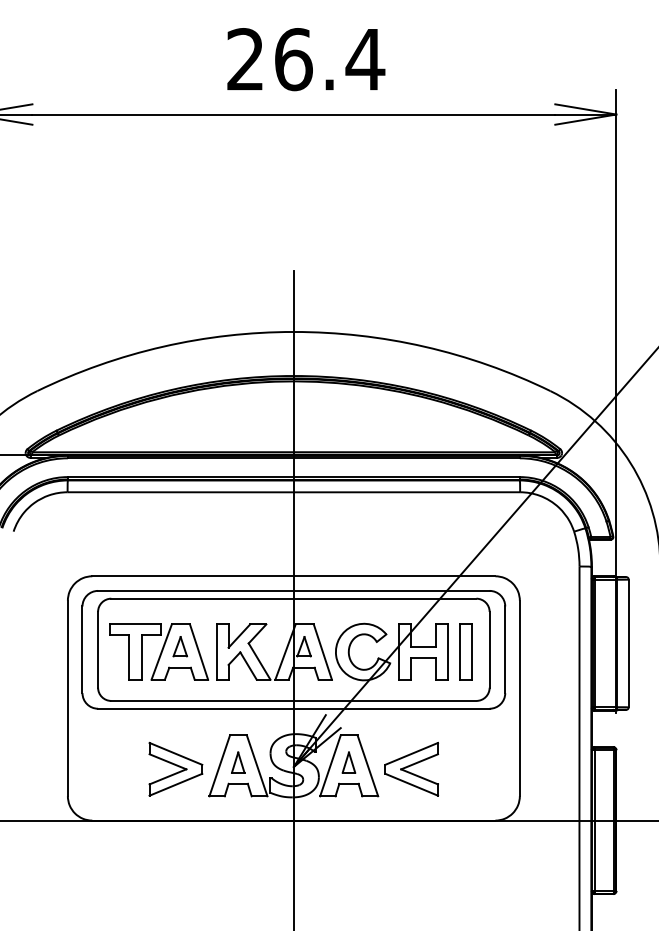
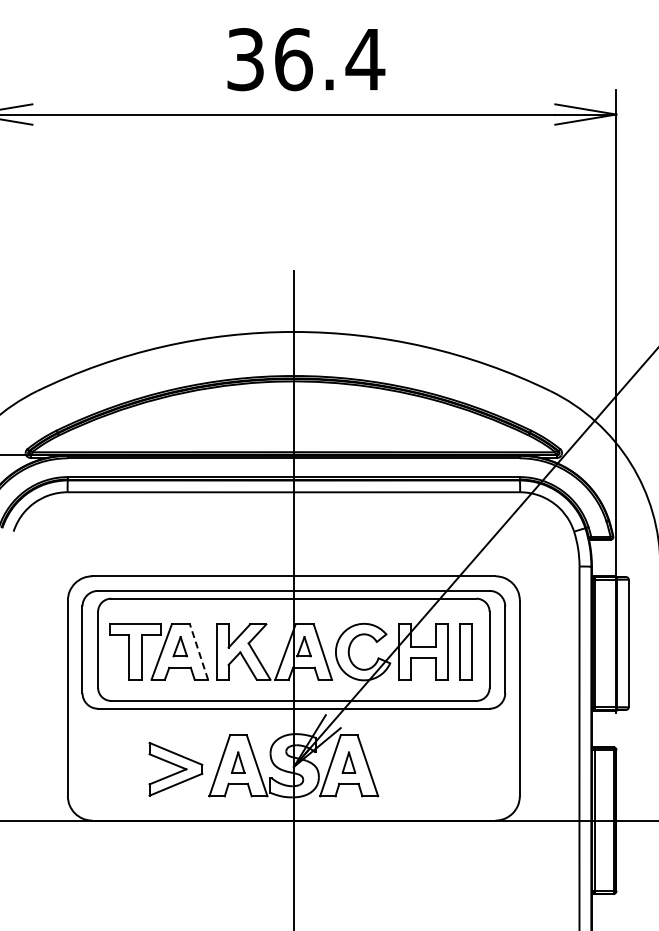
text at (245, 59): 26.4 -> 36.4
line at (198, 651): solid -> dashed
part at (411, 768): present -> none
